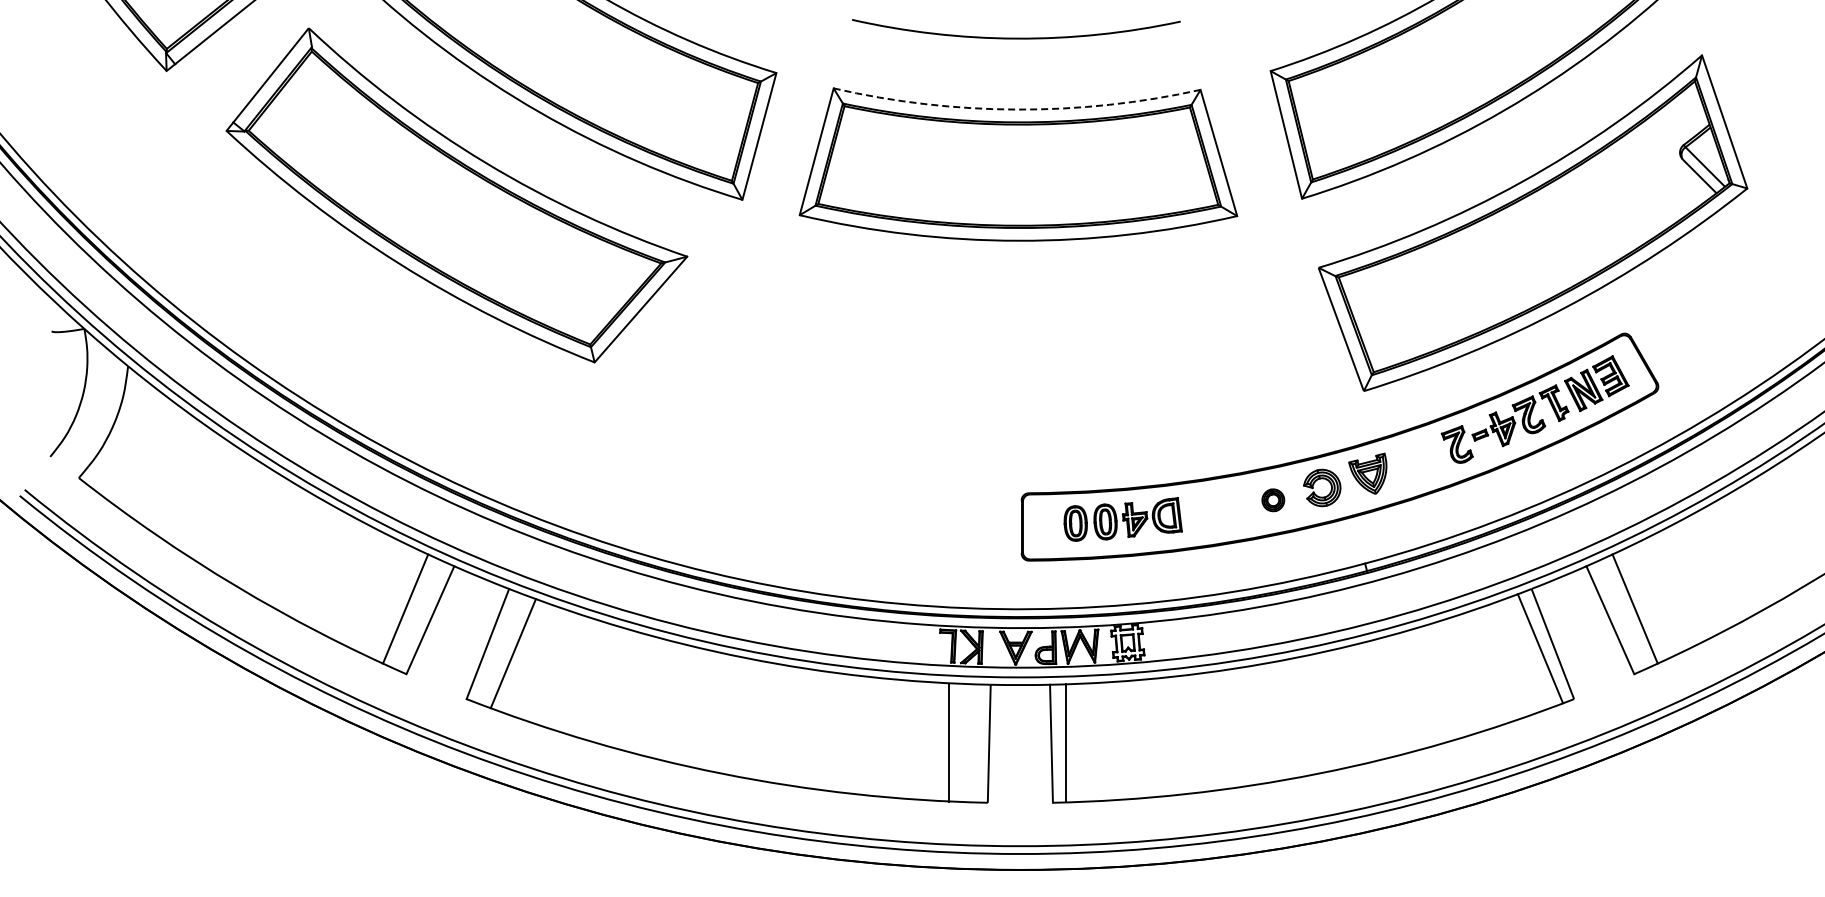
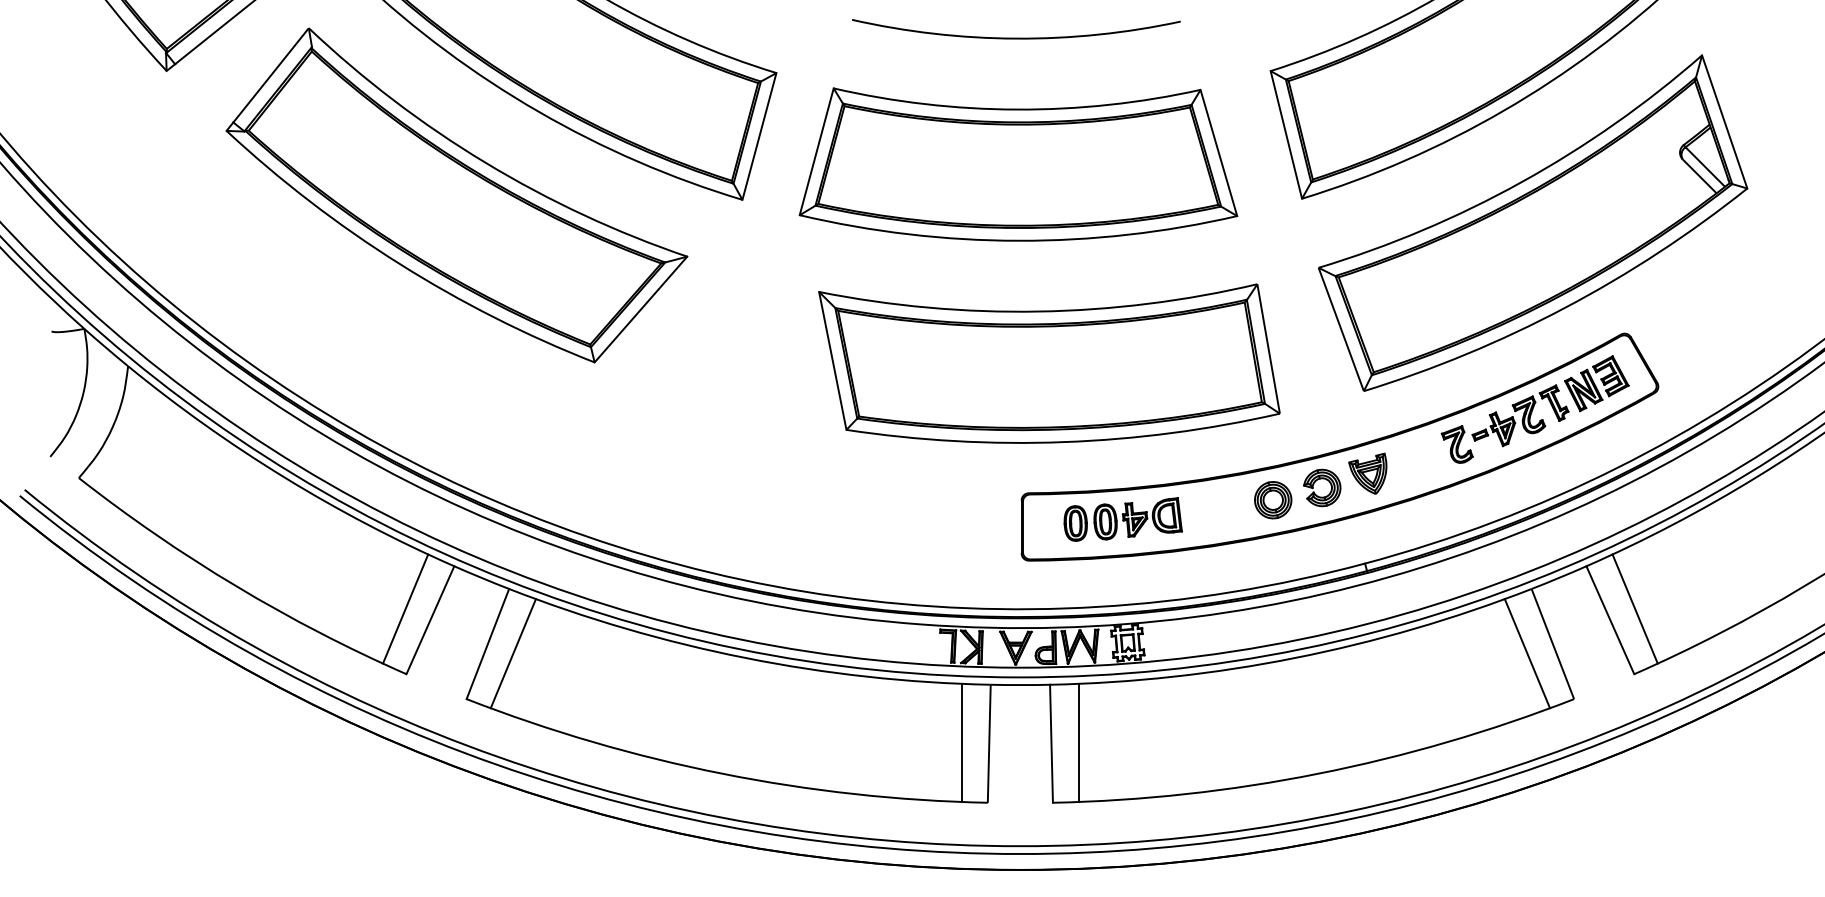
arc at (1017, 109): dashed -> solid
part at (1049, 363): none -> present
part at (1273, 500) size: 25x25 px -> 39x39 px
line at (1540, 648) position: (1540, 648) -> (1527, 653)
line at (949, 742) position: (949, 742) -> (962, 742)
line at (1065, 742) position: (1065, 742) -> (1078, 742)
